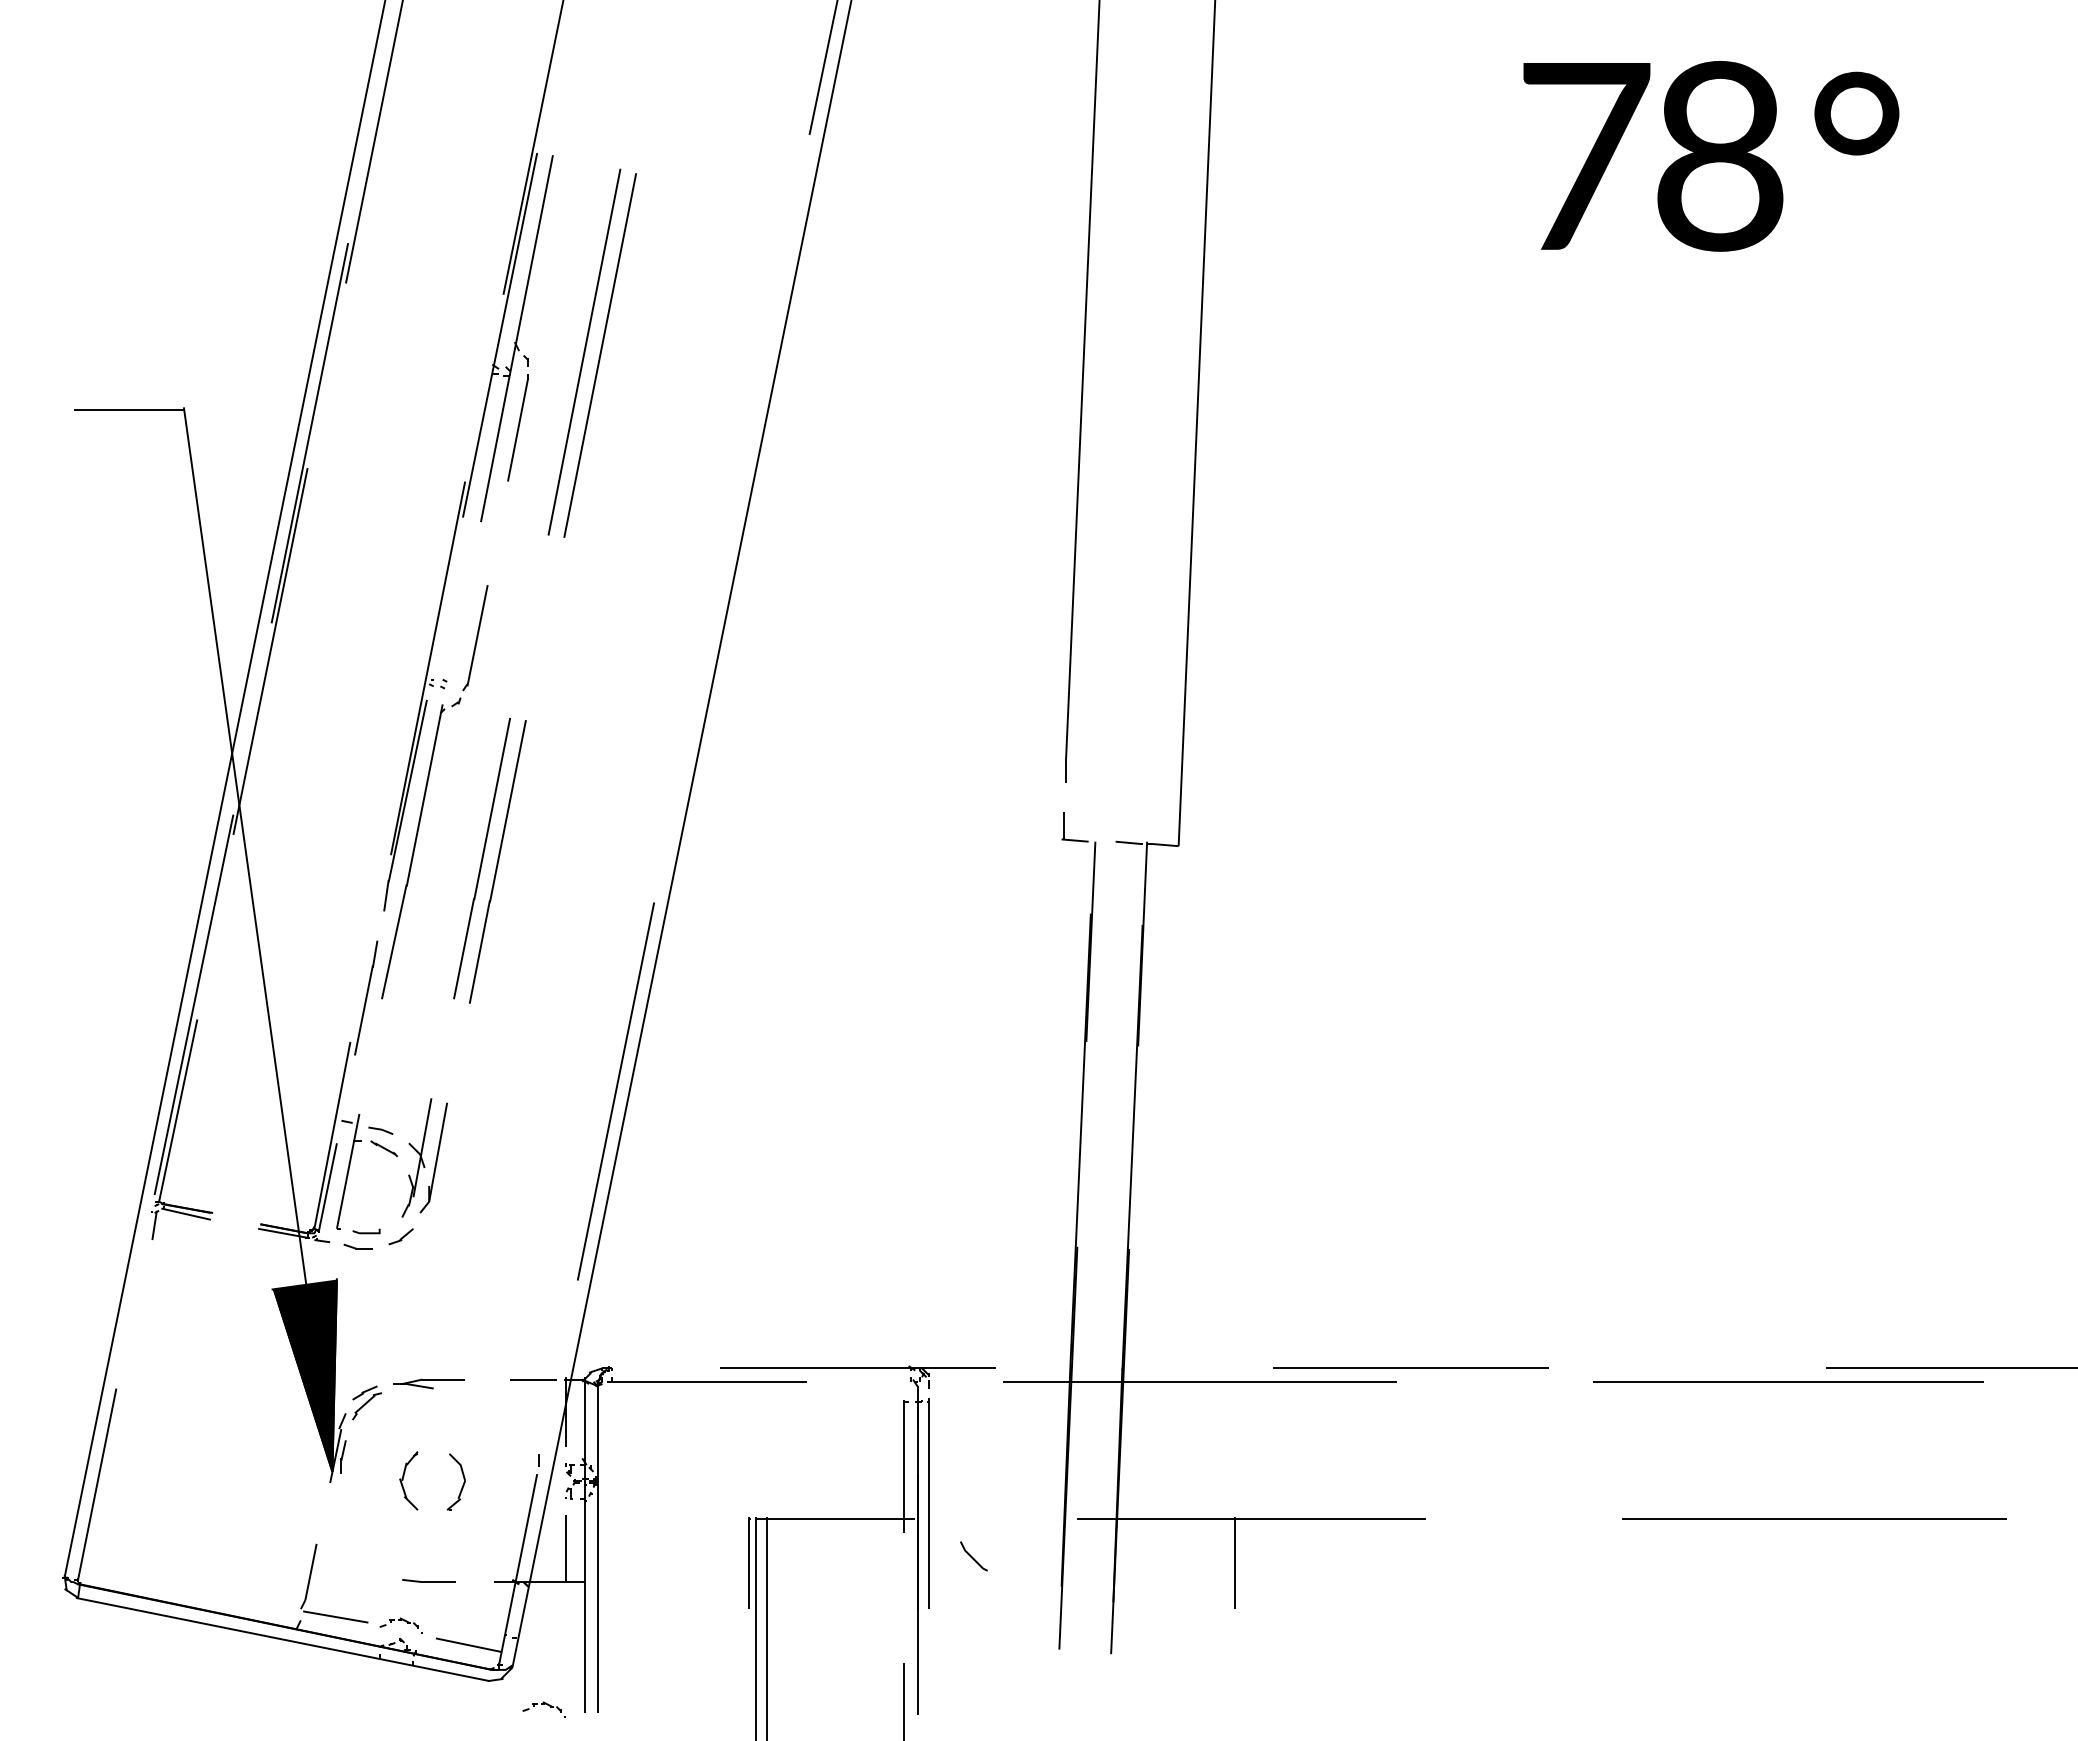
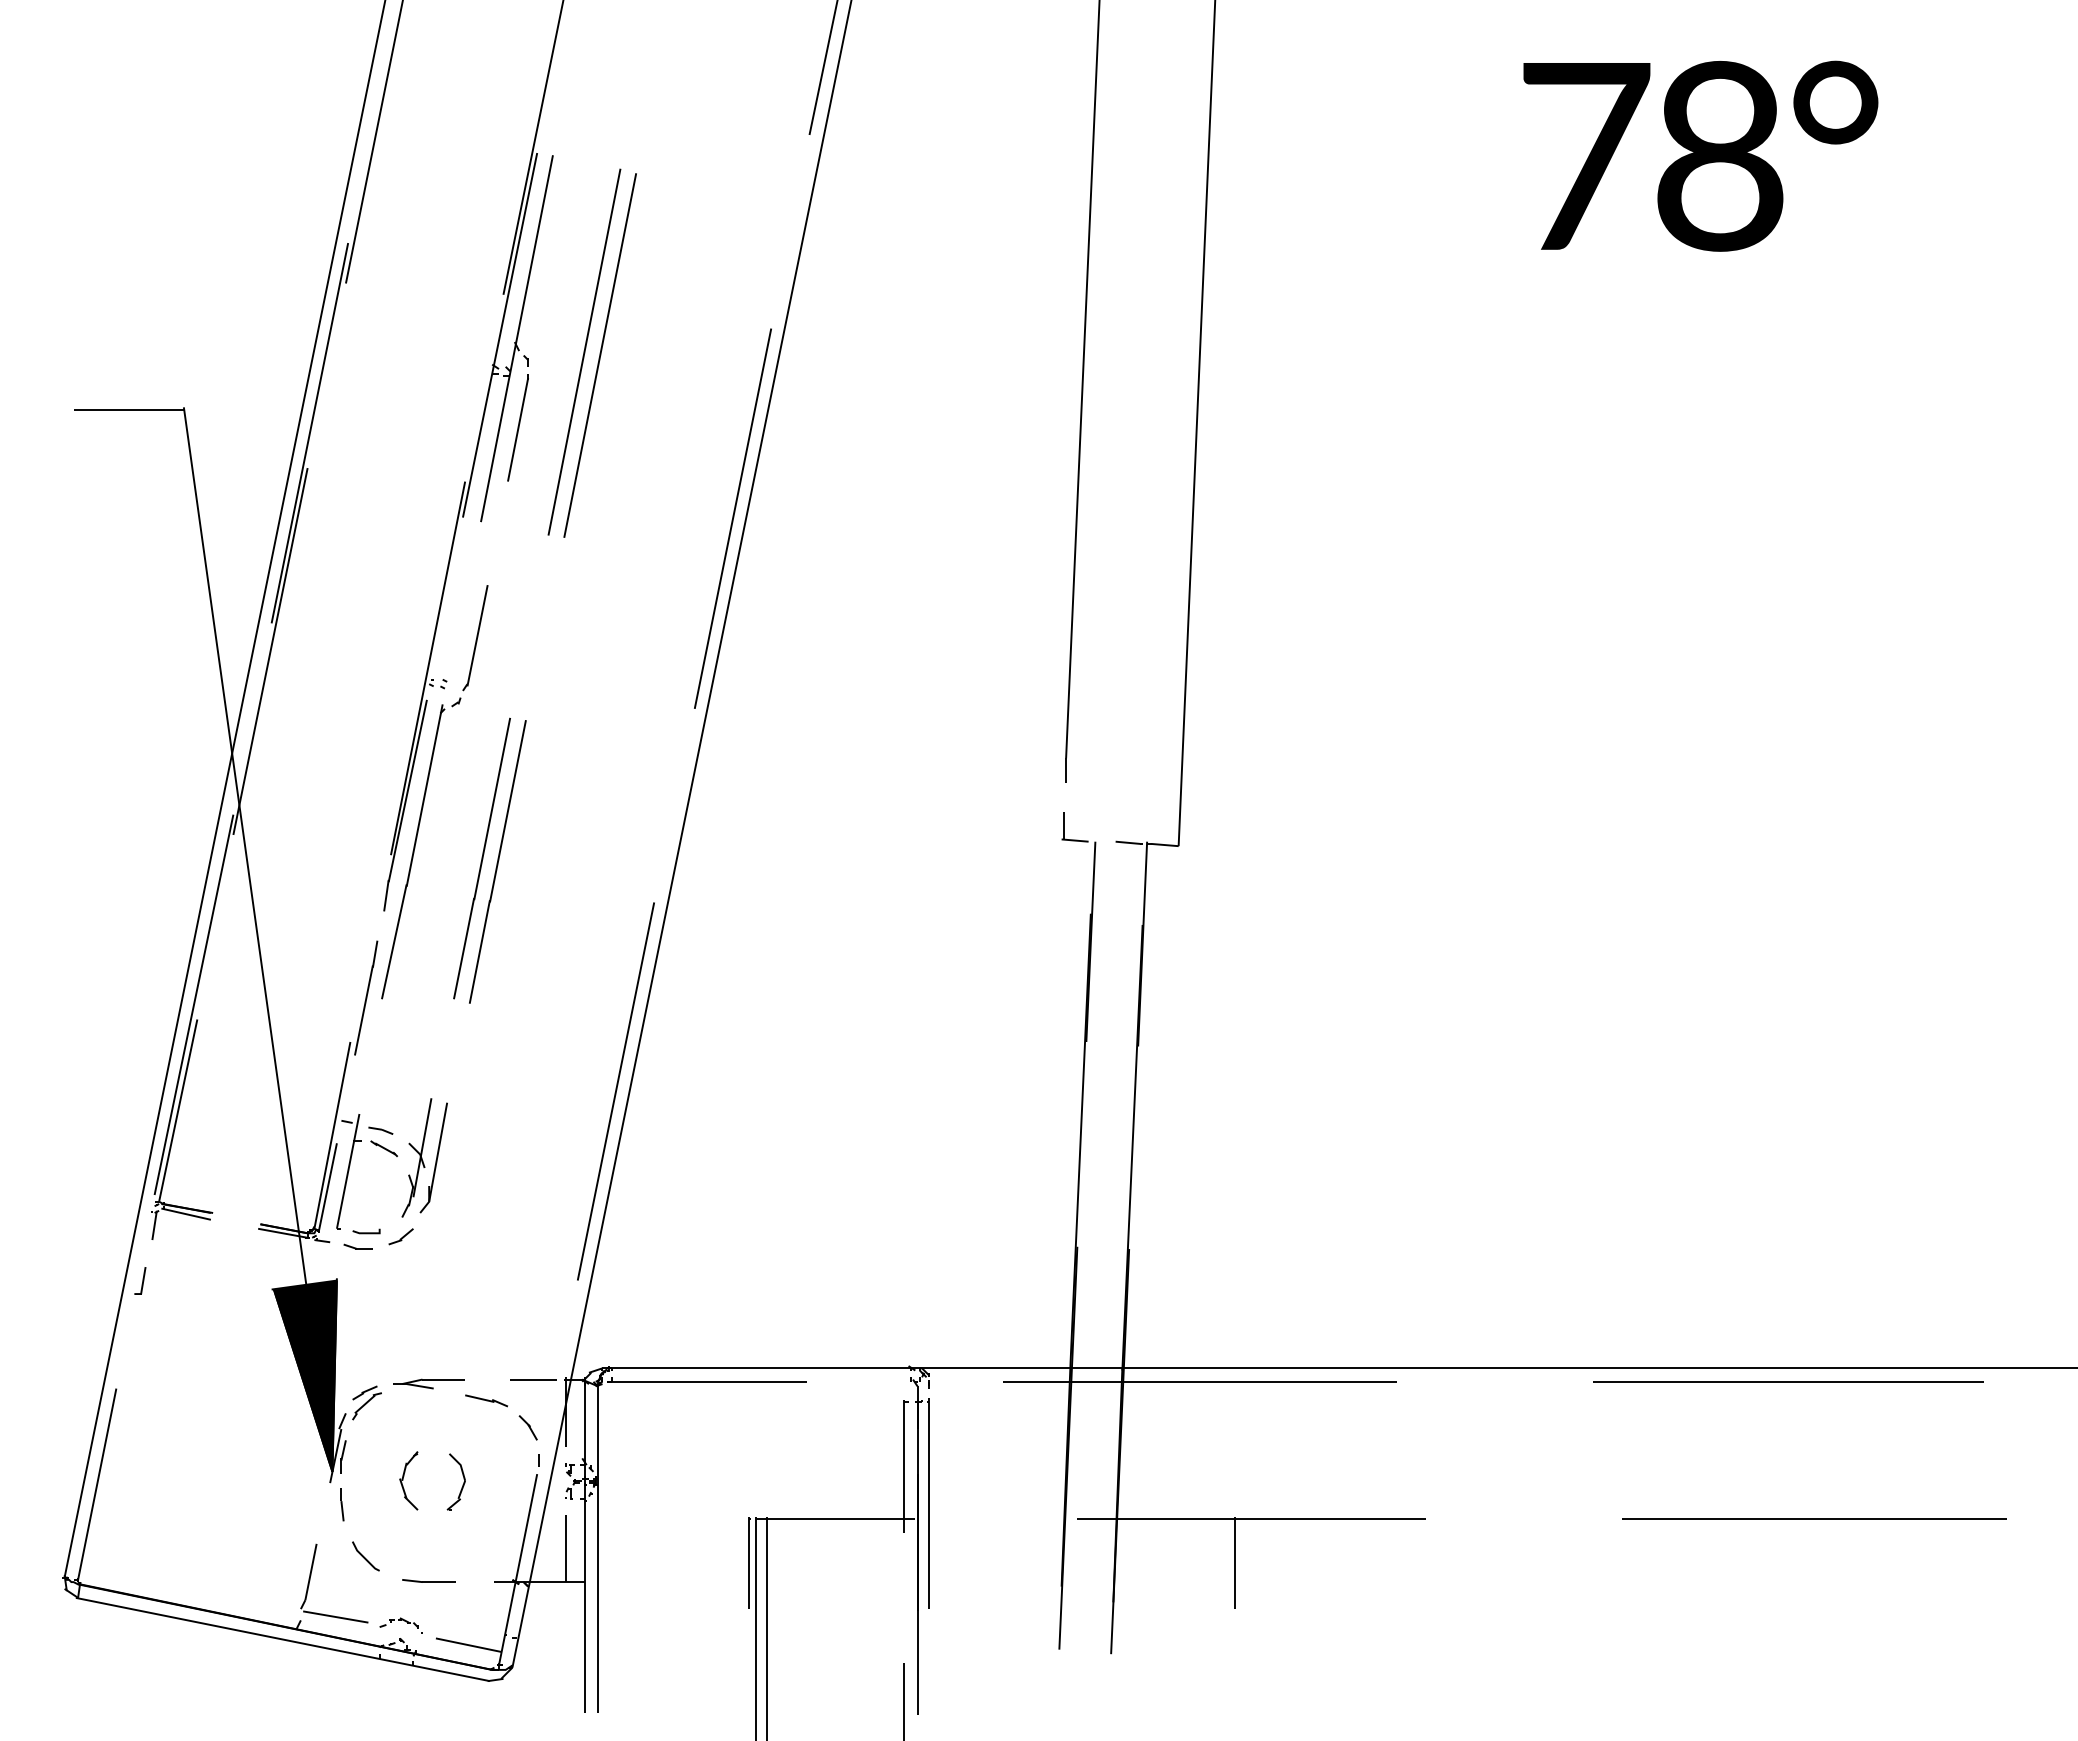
text at (1856, 113) position: (1856, 113) -> (1835, 102)
line at (732, 518): none -> present
line at (142, 1280): none -> present
line at (1342, 1368): dashed -> solid
part at (486, 1400): none -> present
part at (527, 1427): none -> present
line at (342, 1504): none -> present
line at (972, 1556) position: (972, 1556) -> (364, 1556)
part at (543, 1709): present -> none
